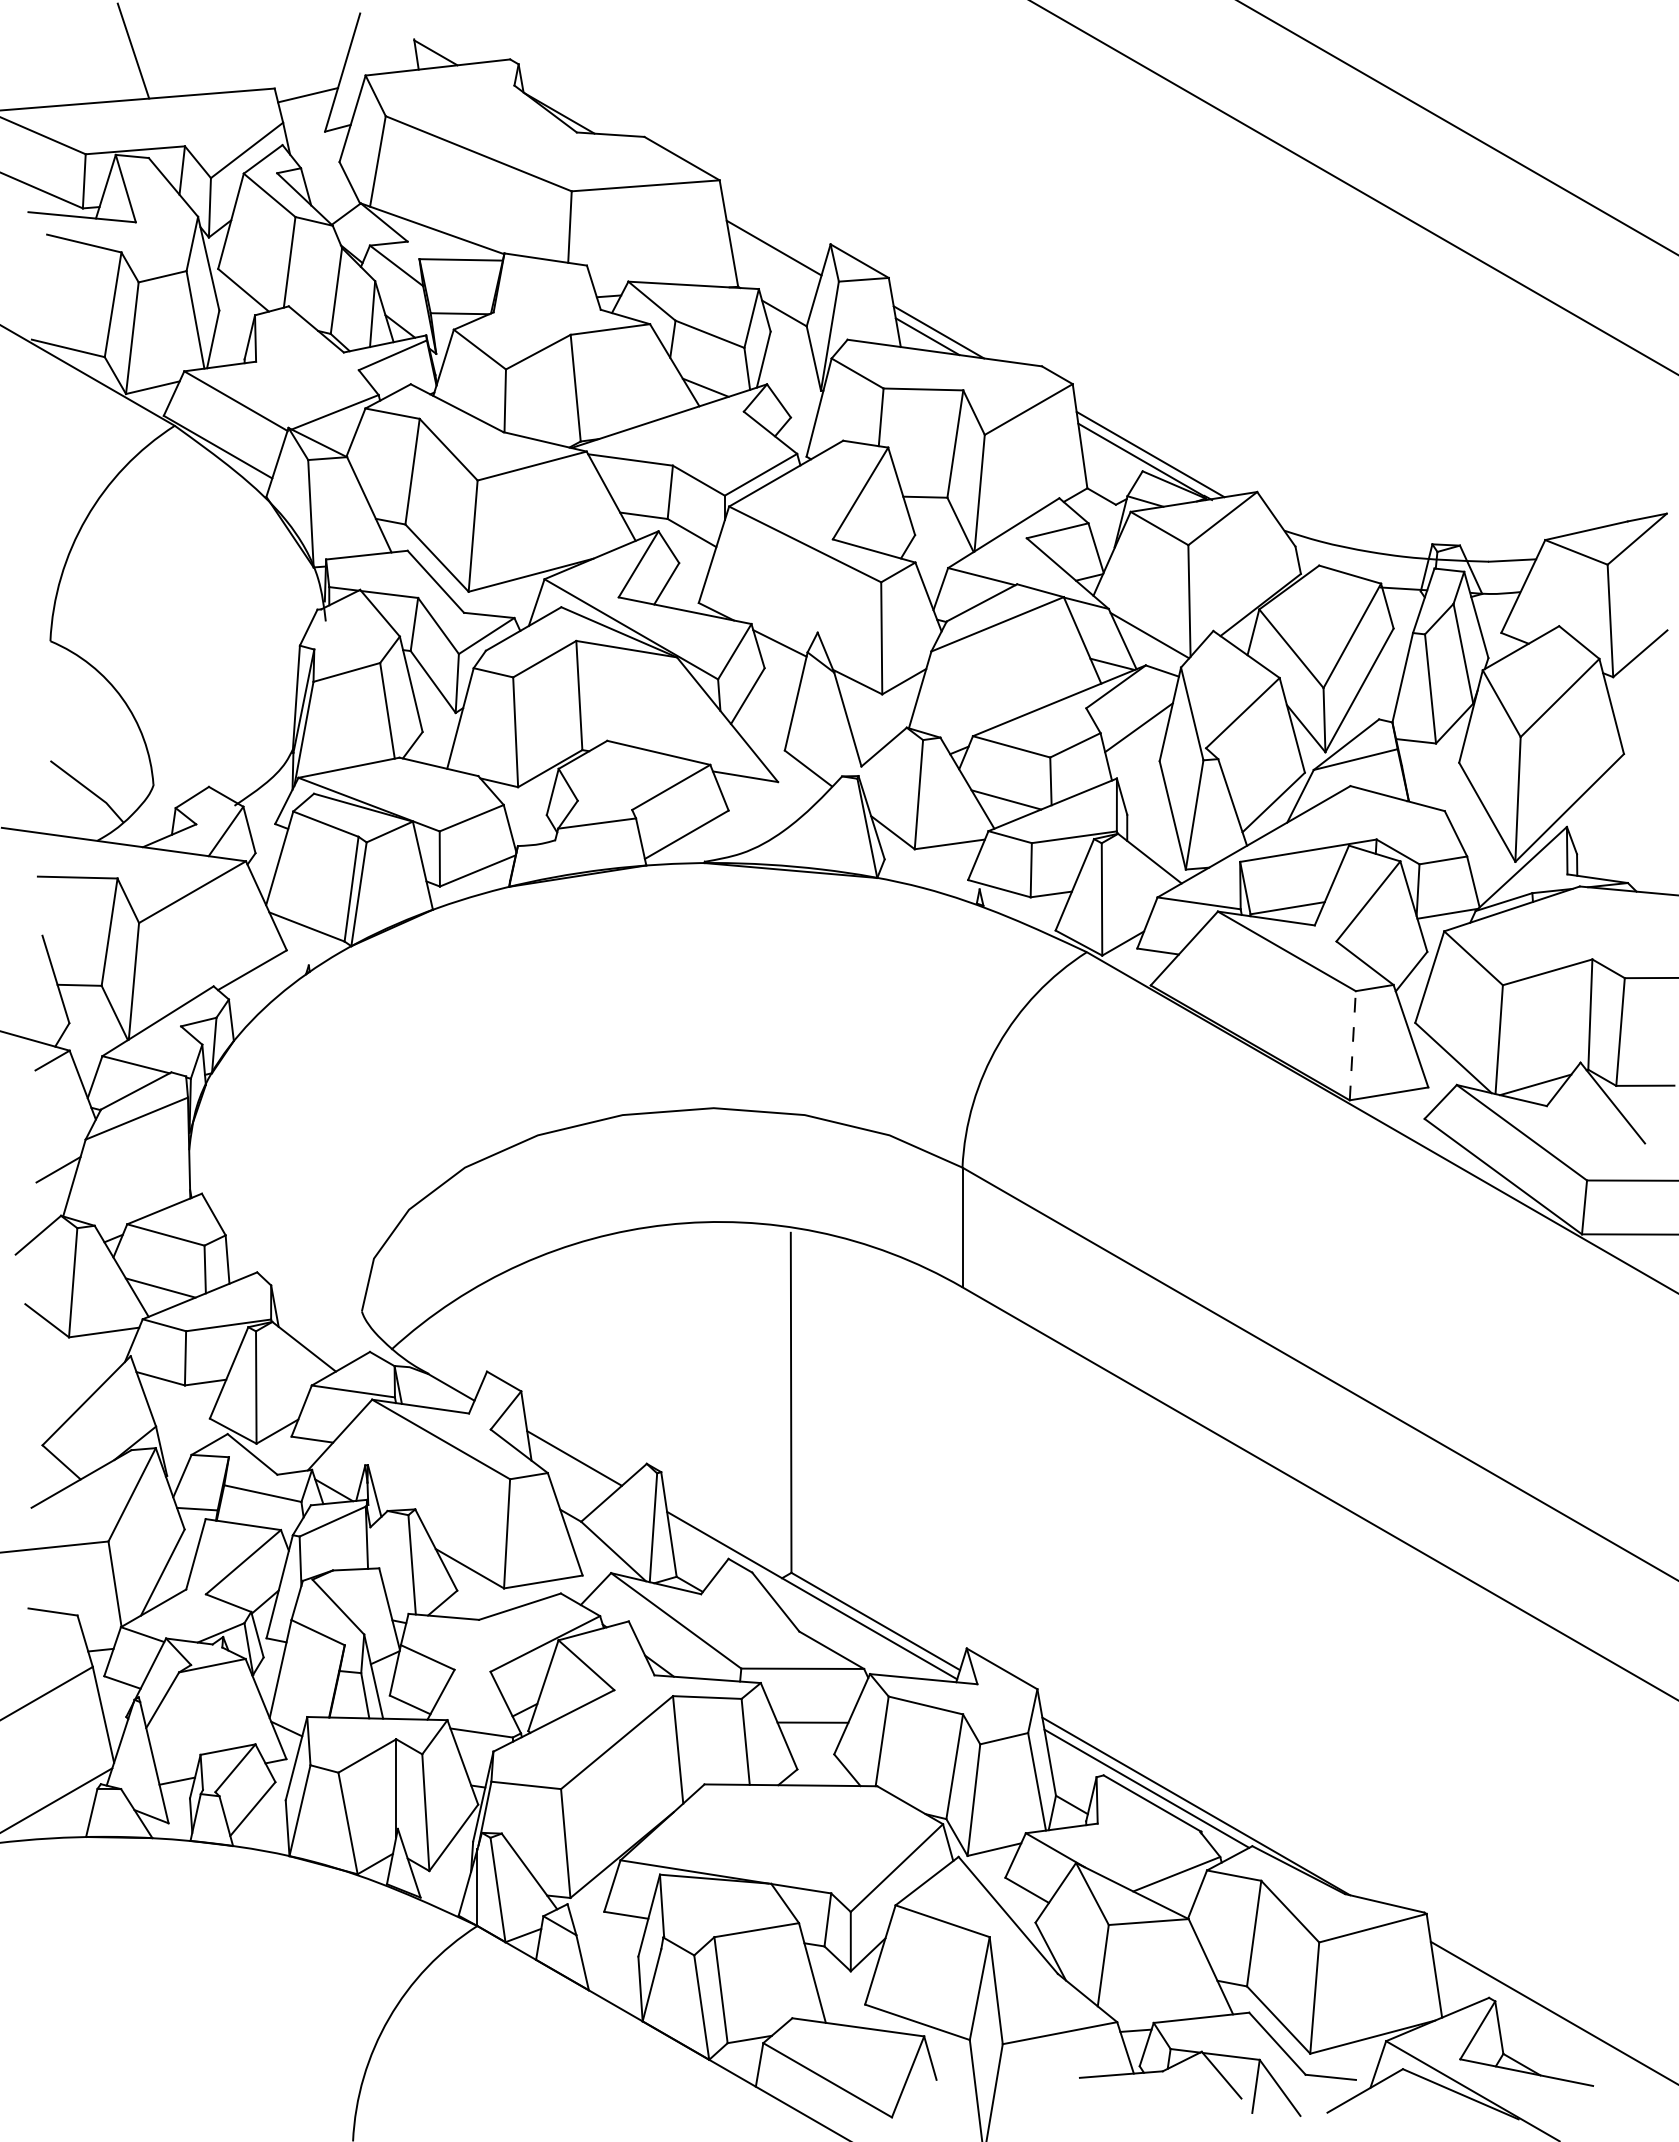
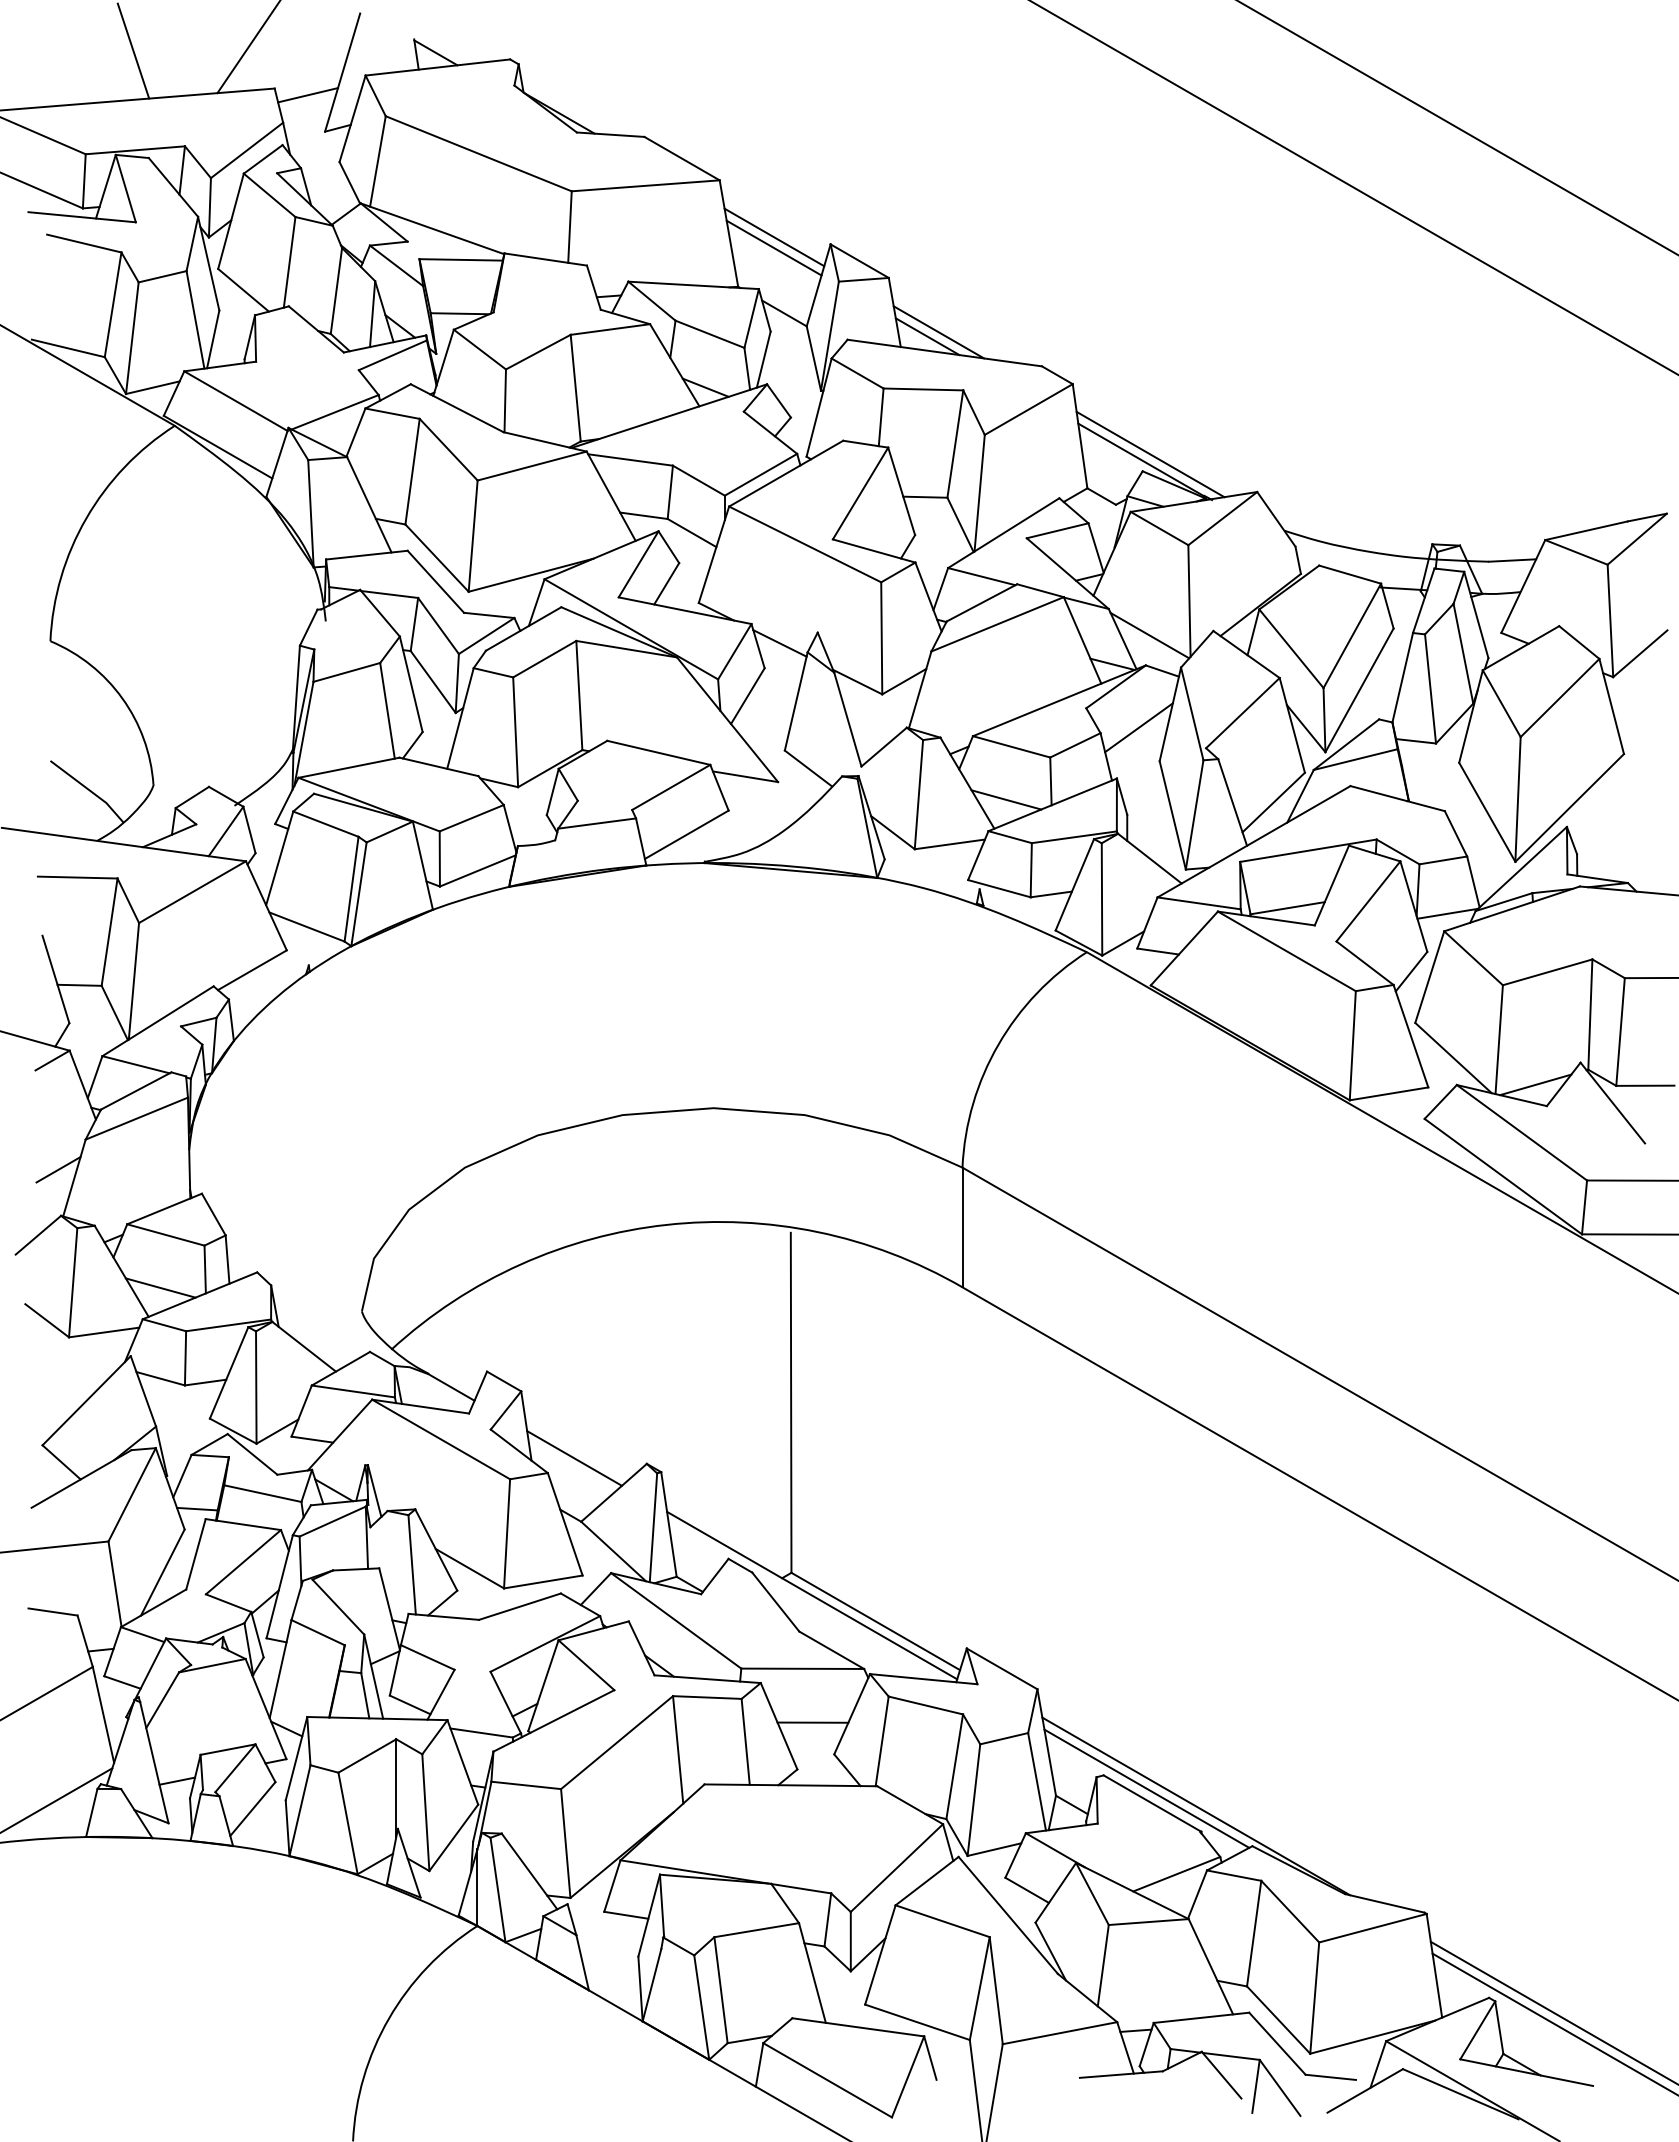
line at (247, 47): none -> present
line at (774, 237): none -> present
line at (1352, 1045): dashed -> solid
line at (1553, 2023): none -> present
